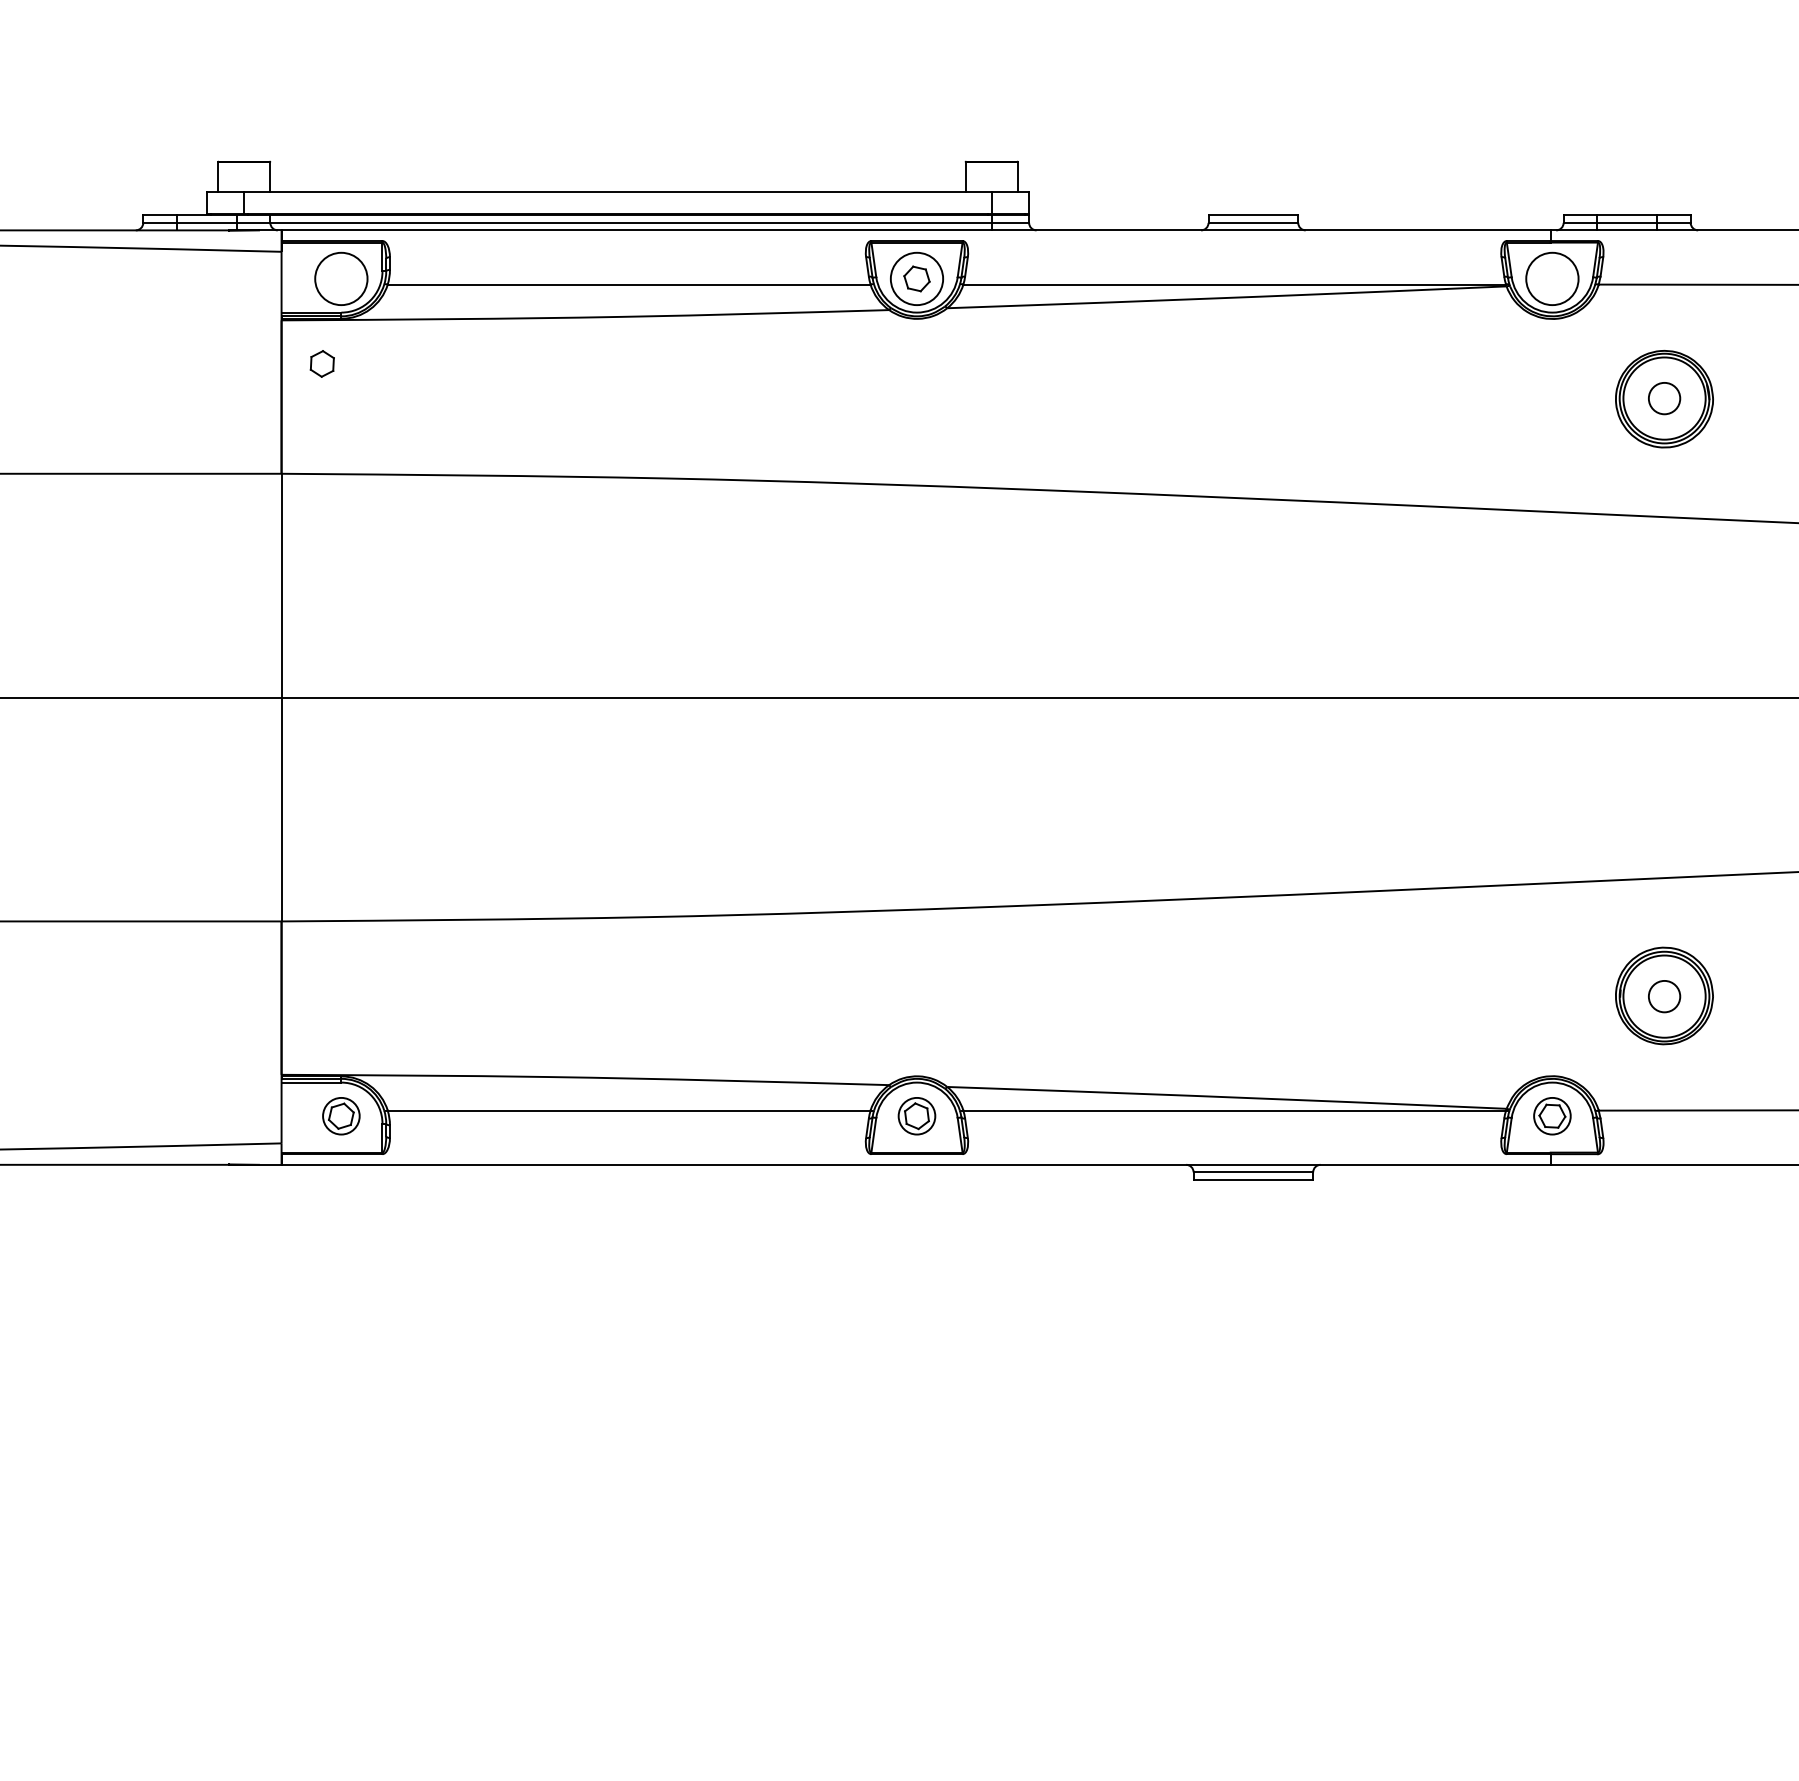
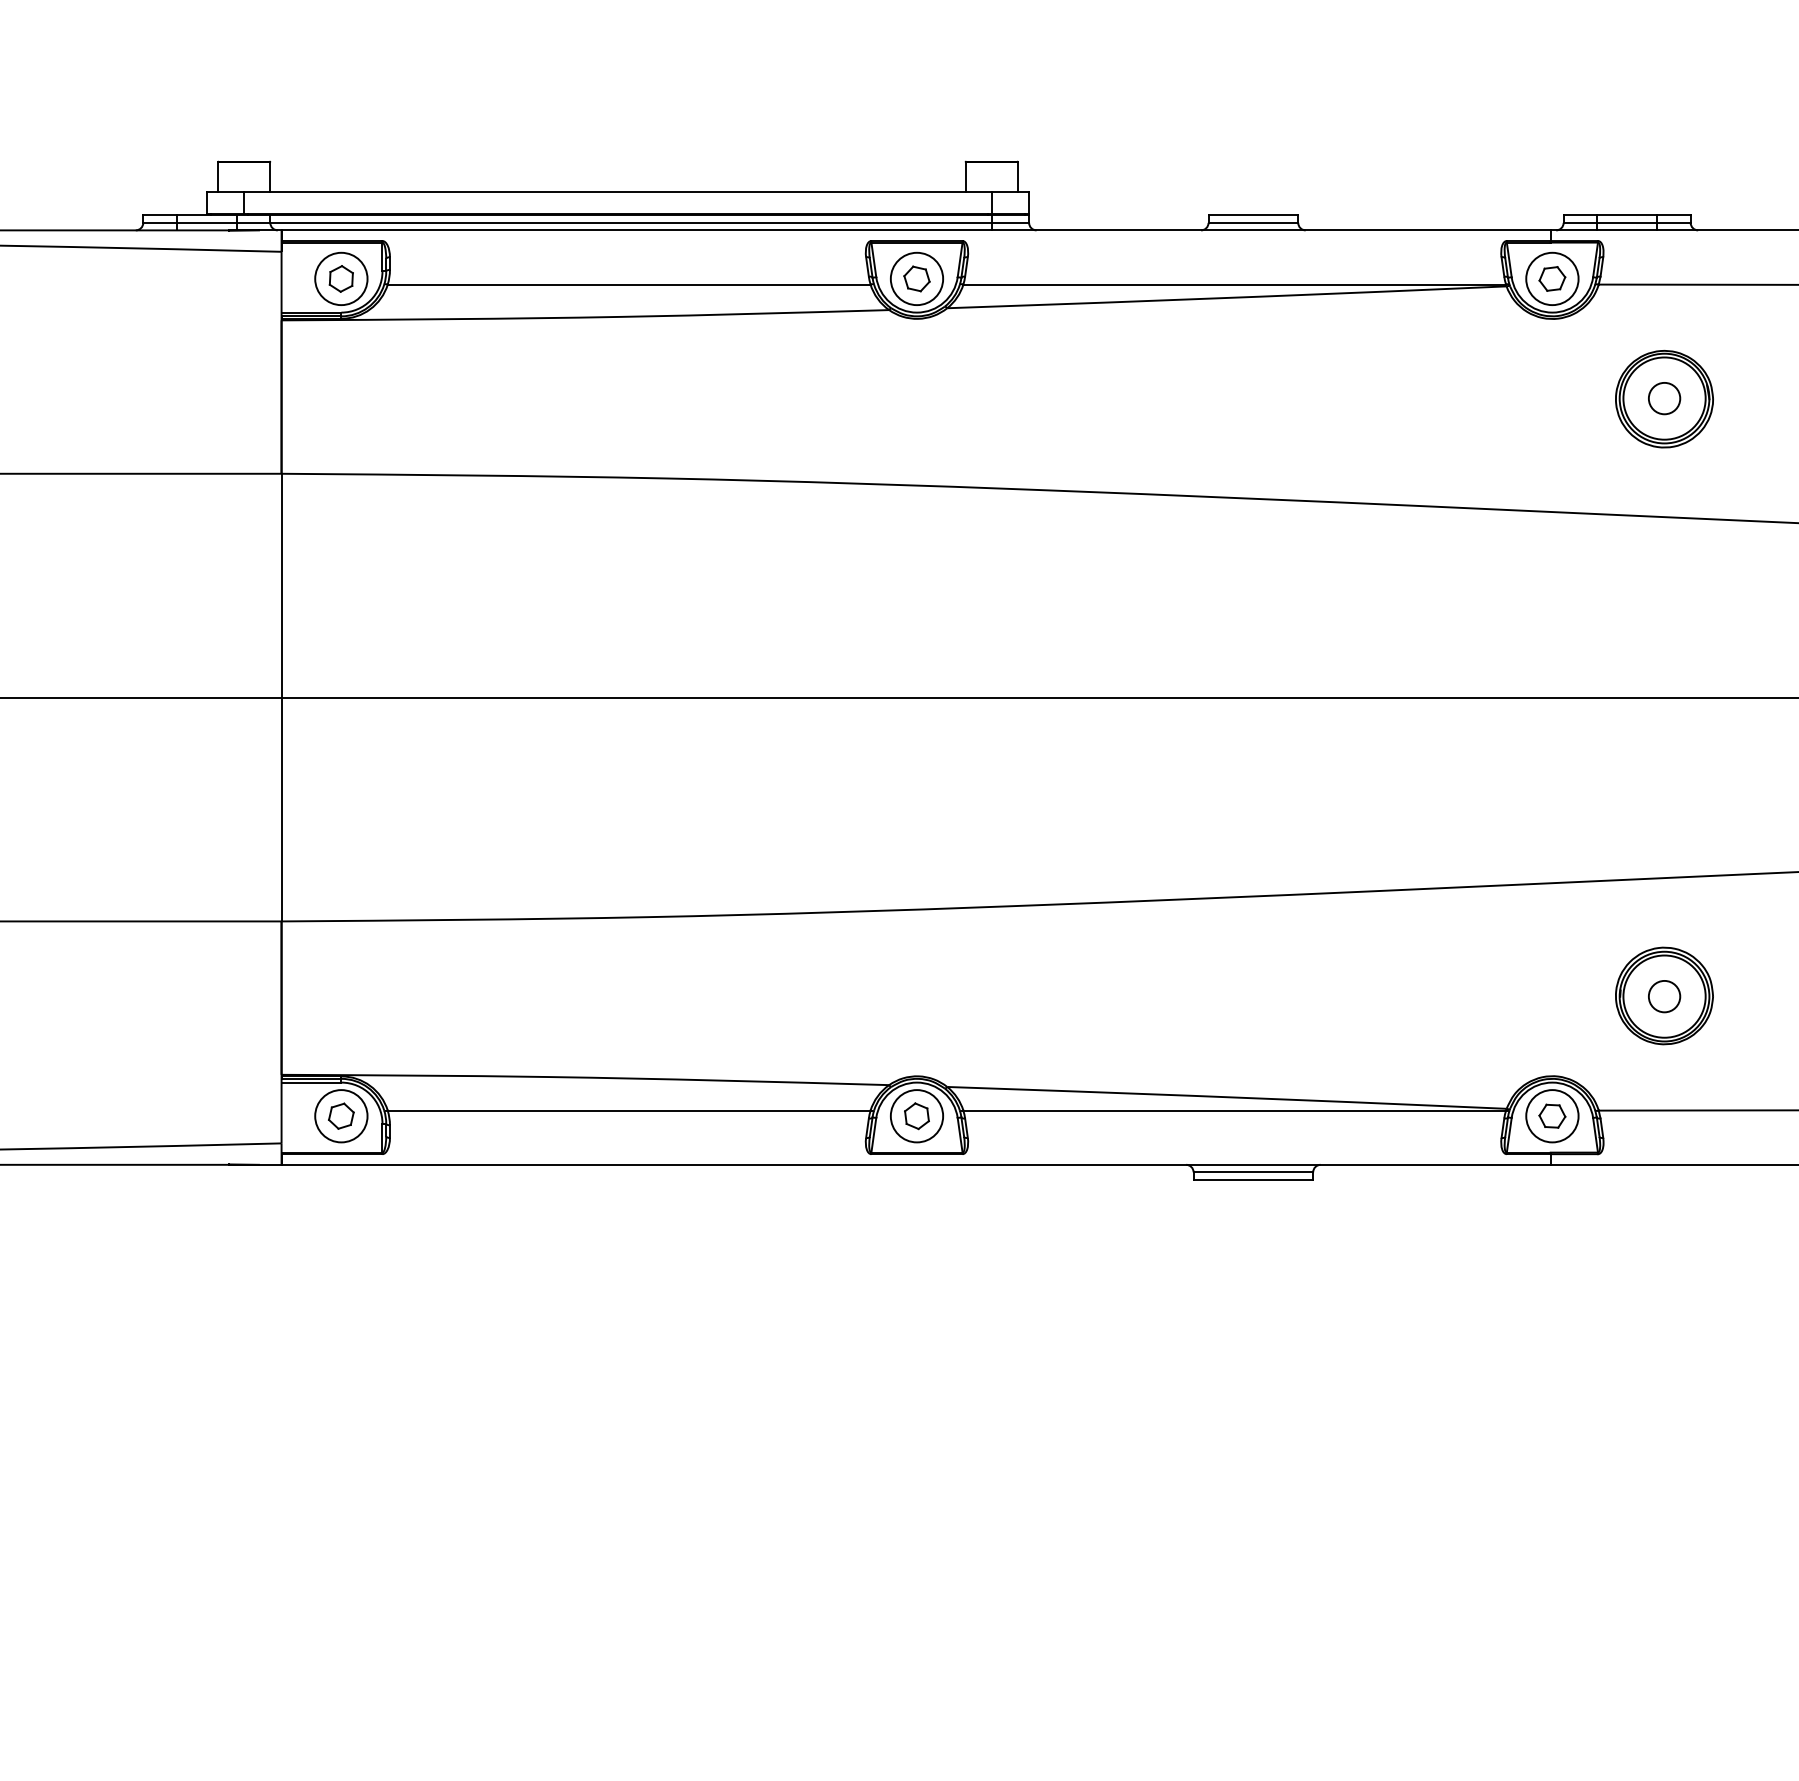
part at (1552, 278): none -> present
part at (321, 363) position: (321, 363) -> (340, 278)
circle at (341, 1115) diameter: 37 px -> 52 px
circle at (916, 1115) diameter: 37 px -> 52 px
circle at (1552, 1115) diameter: 37 px -> 52 px
